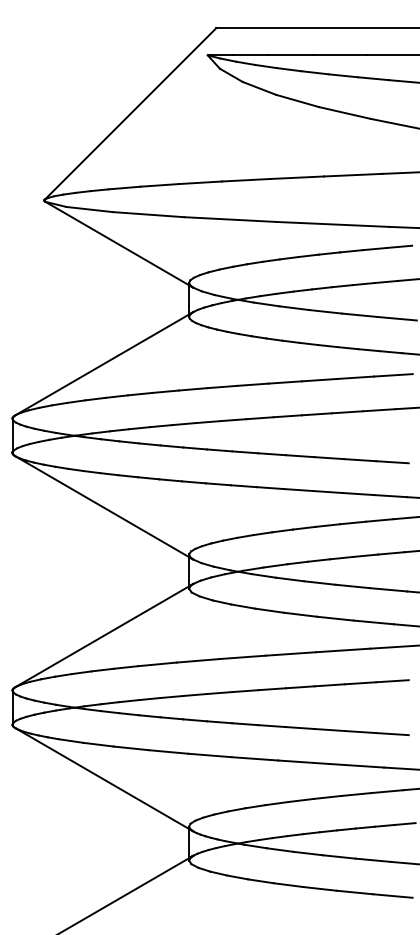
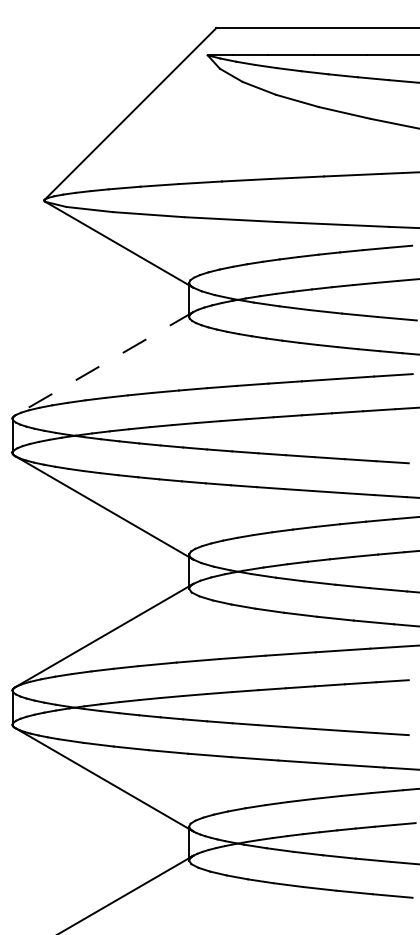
line at (104, 363): solid -> dashed
